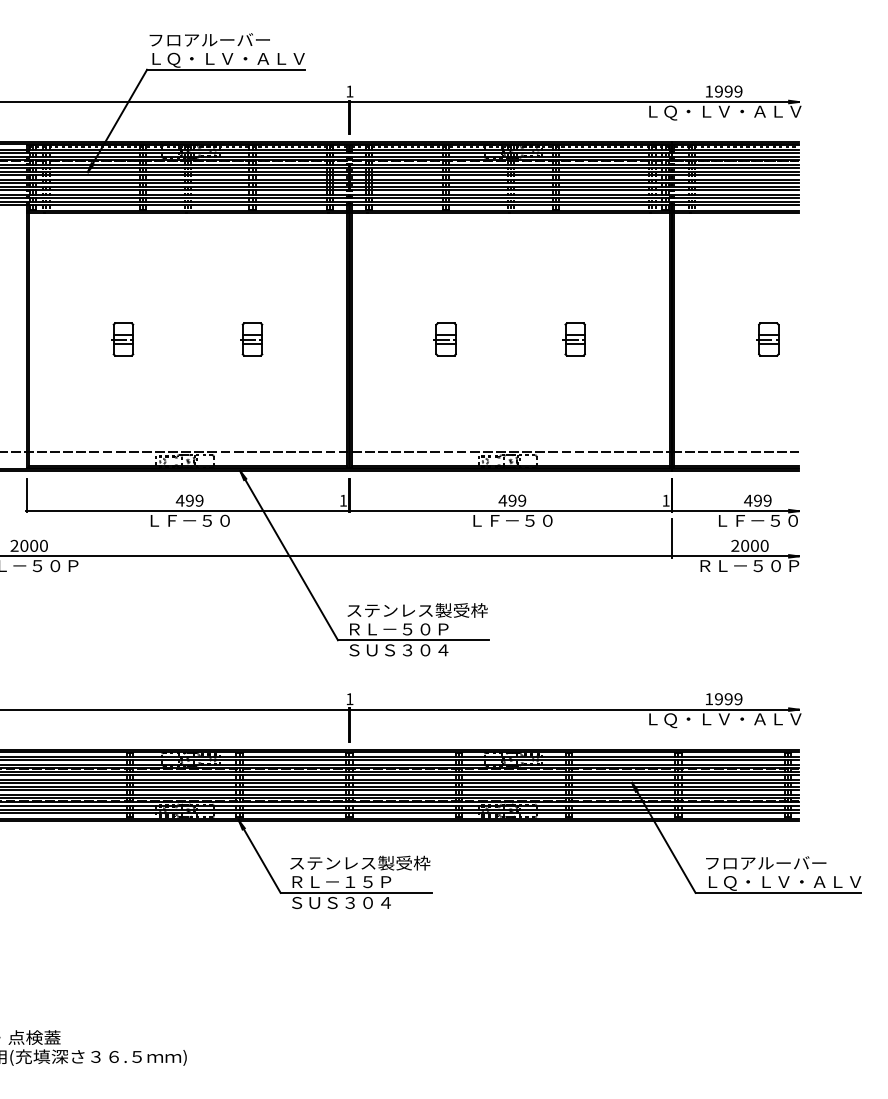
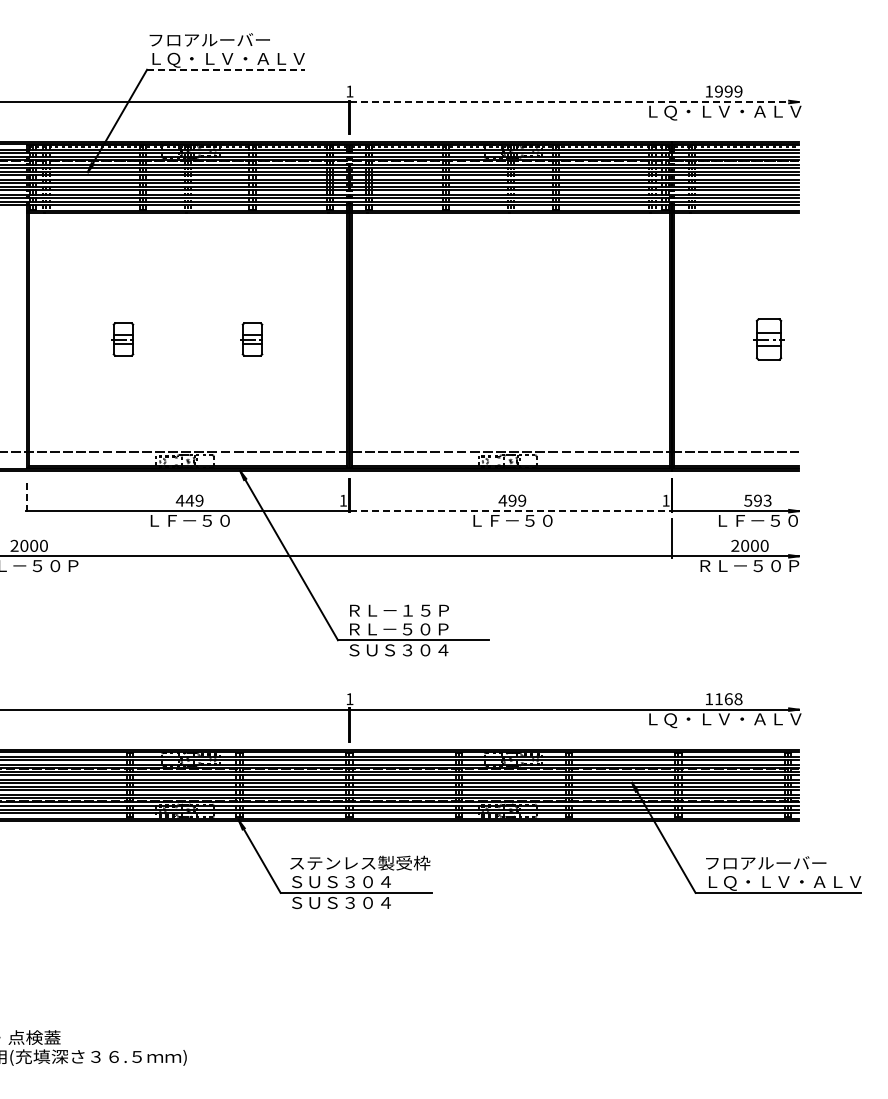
line at (225, 69): solid -> dashed
line at (574, 102): solid -> dashed
part at (444, 339): present -> none
part at (573, 339): present -> none
part at (767, 339) size: 24x35 px -> 32x43 px
line at (27, 495): solid -> dashed
text at (189, 500): 499 -> 449
text at (757, 500): 499 -> 593
line at (511, 511): solid -> dashed
text at (417, 610): ステンレス製受枠 -> ＲＬ－１５Ｐ
text at (728, 699): 1999 -> 1168
text at (341, 882): ＲＬ－１５Ｐ -> ＳＵＳ３０４
